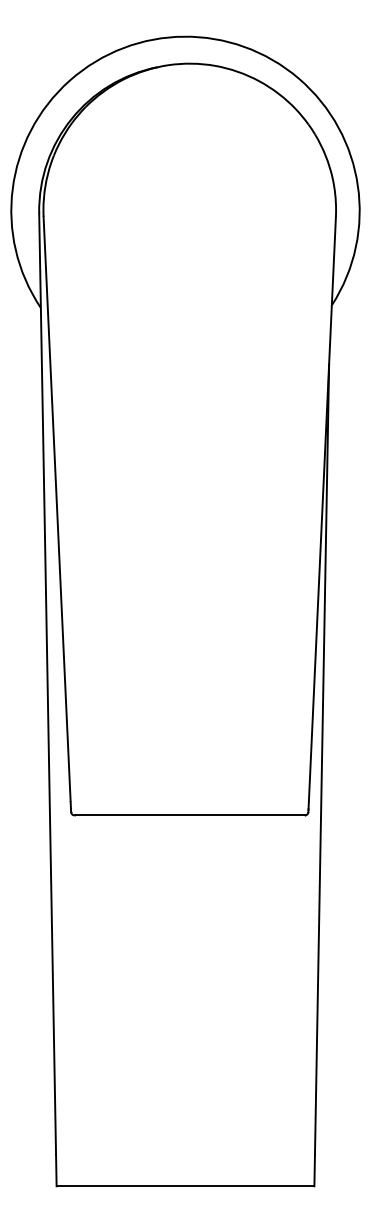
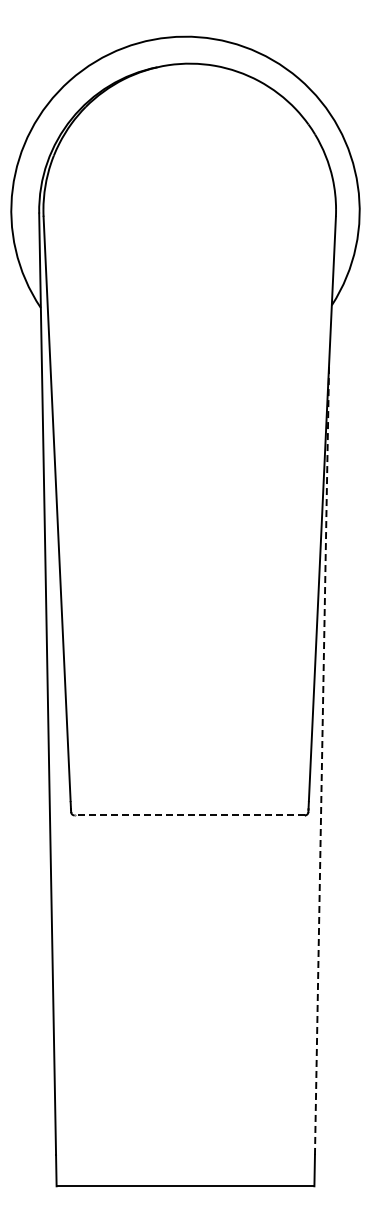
line at (322, 759): solid -> dashed
line at (189, 815): solid -> dashed
